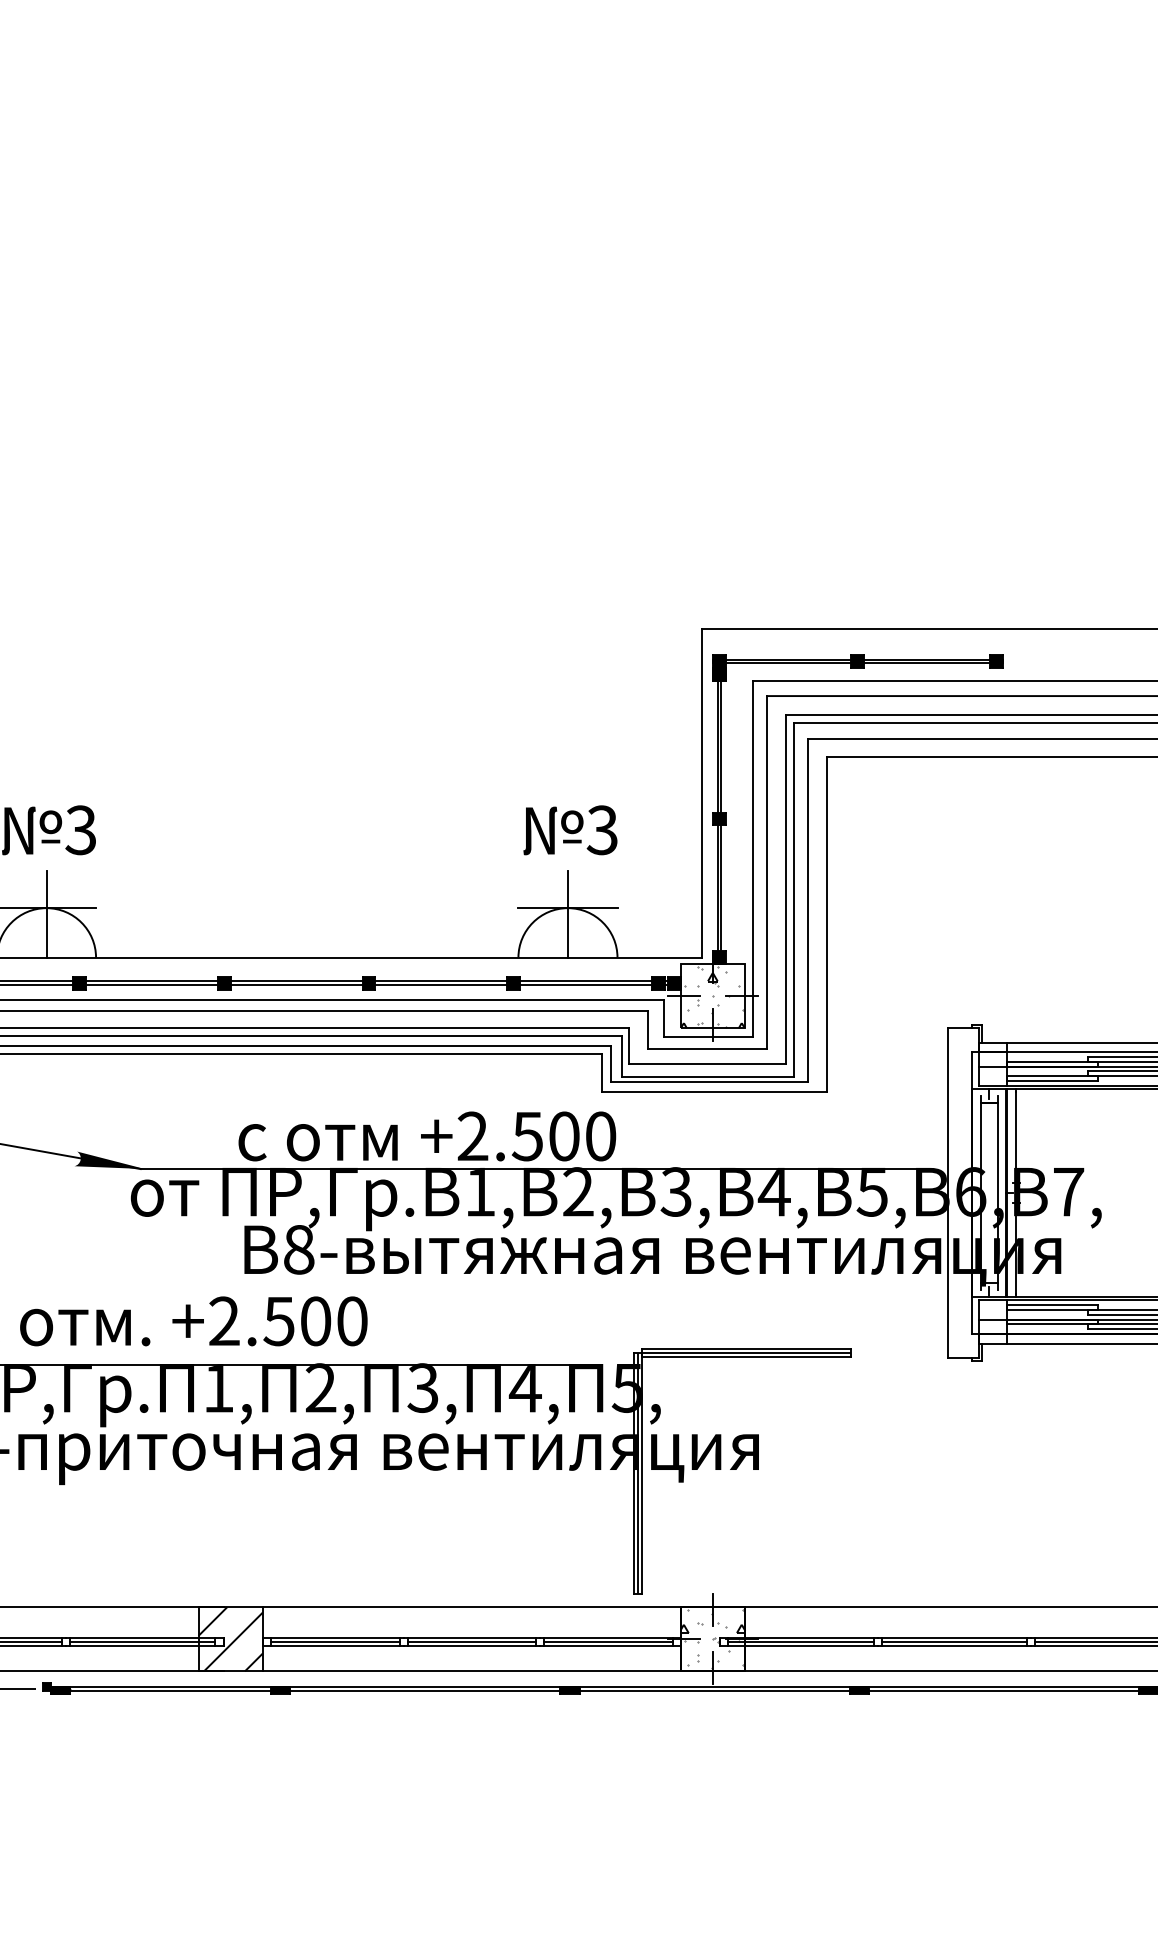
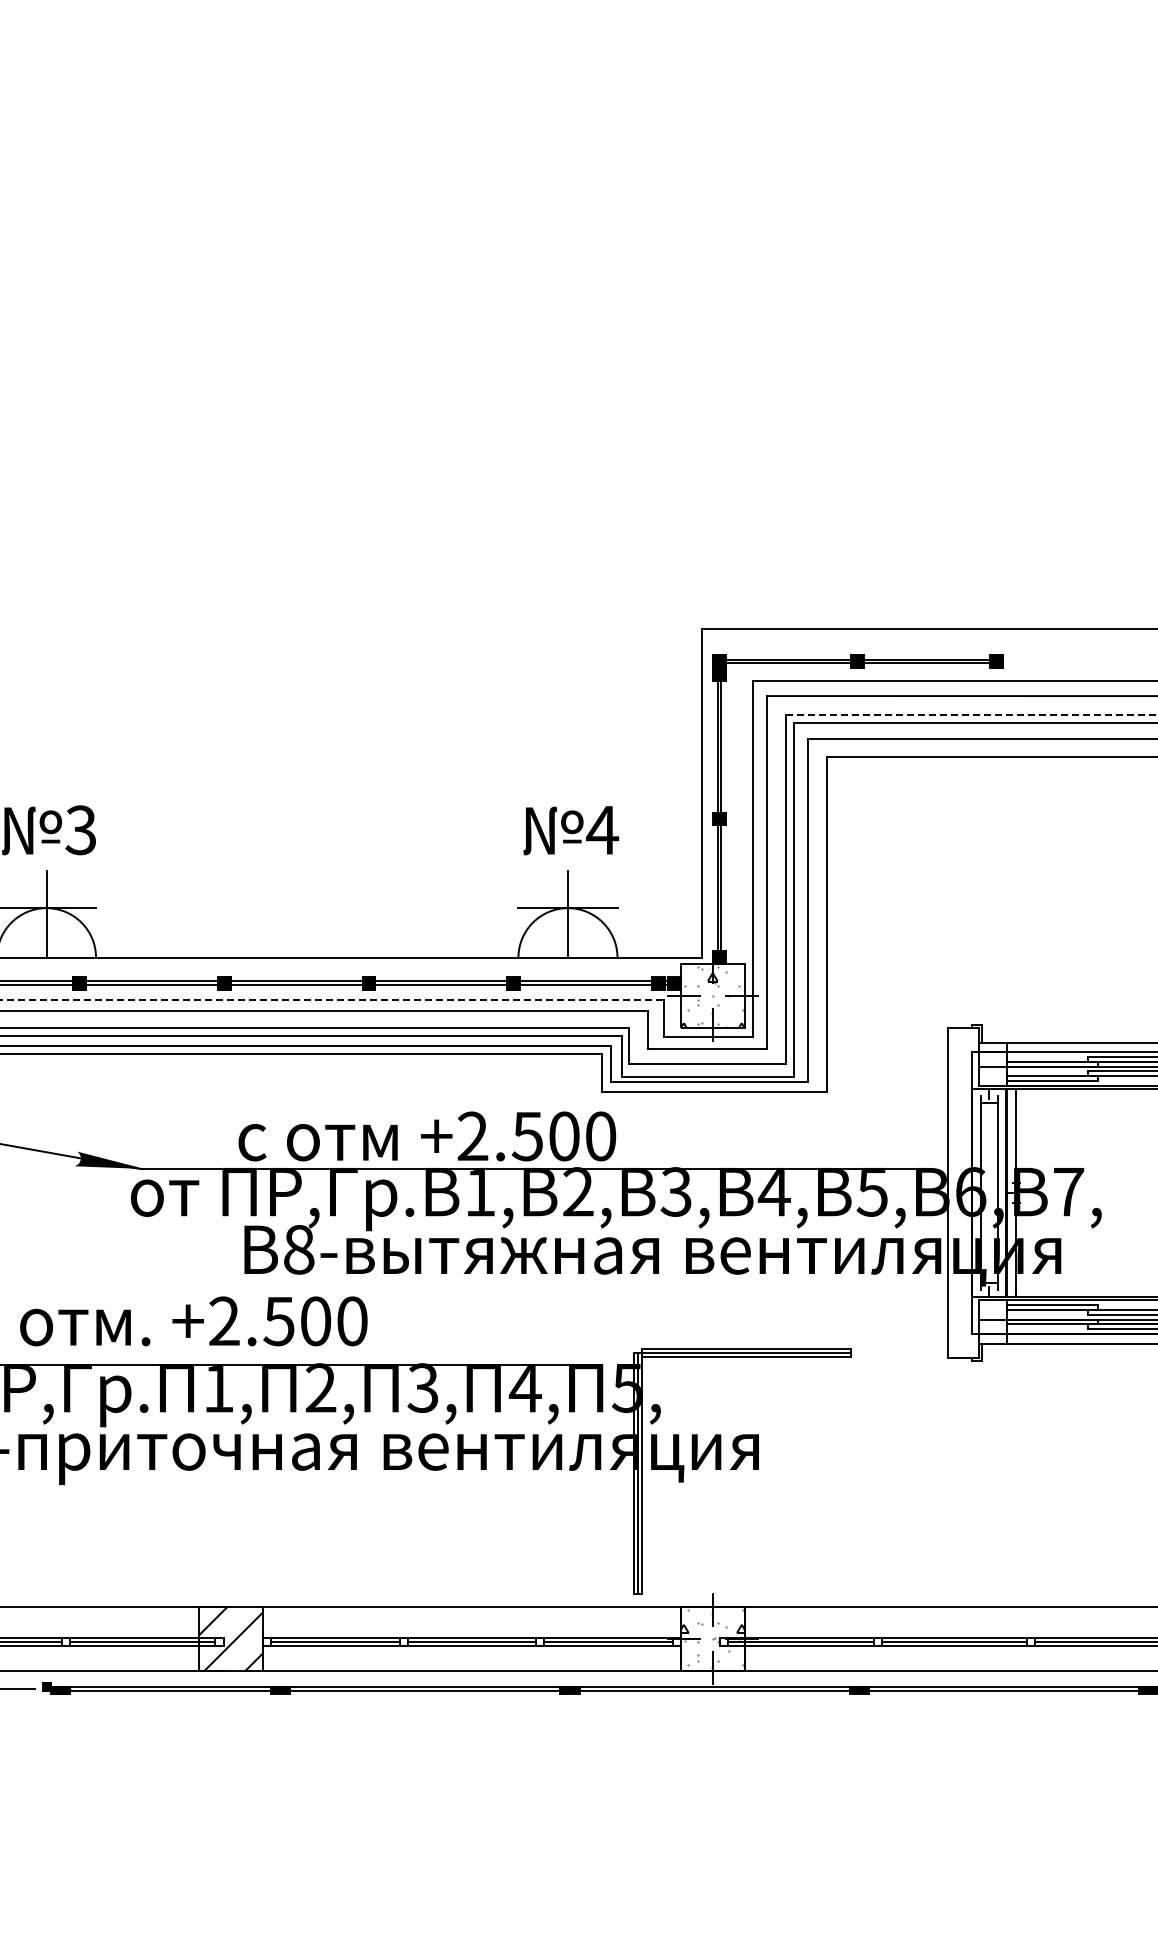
line at (971, 714): solid -> dashed
text at (602, 830): 3 -> 4
line at (332, 999): solid -> dashed
